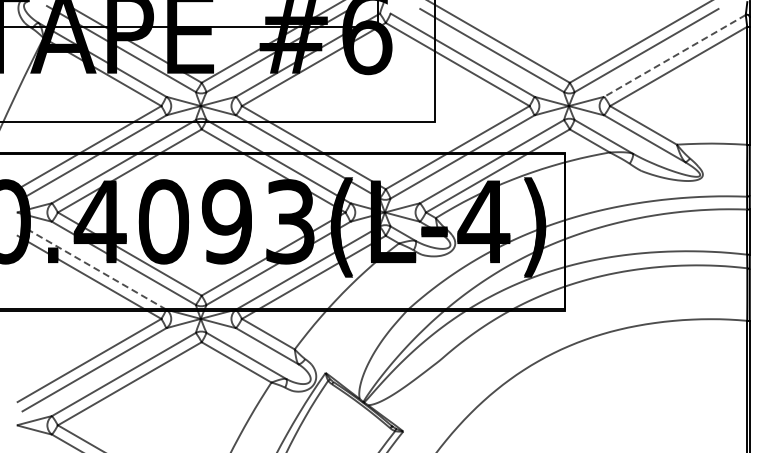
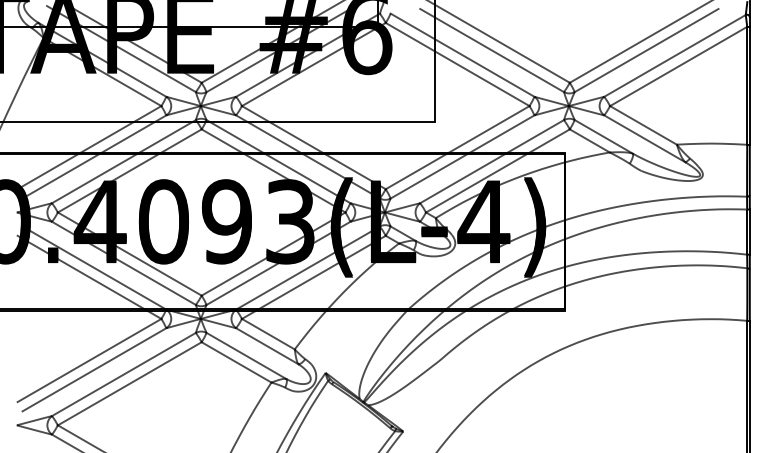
line at (675, 55): dashed -> solid
line at (94, 267): dashed -> solid
